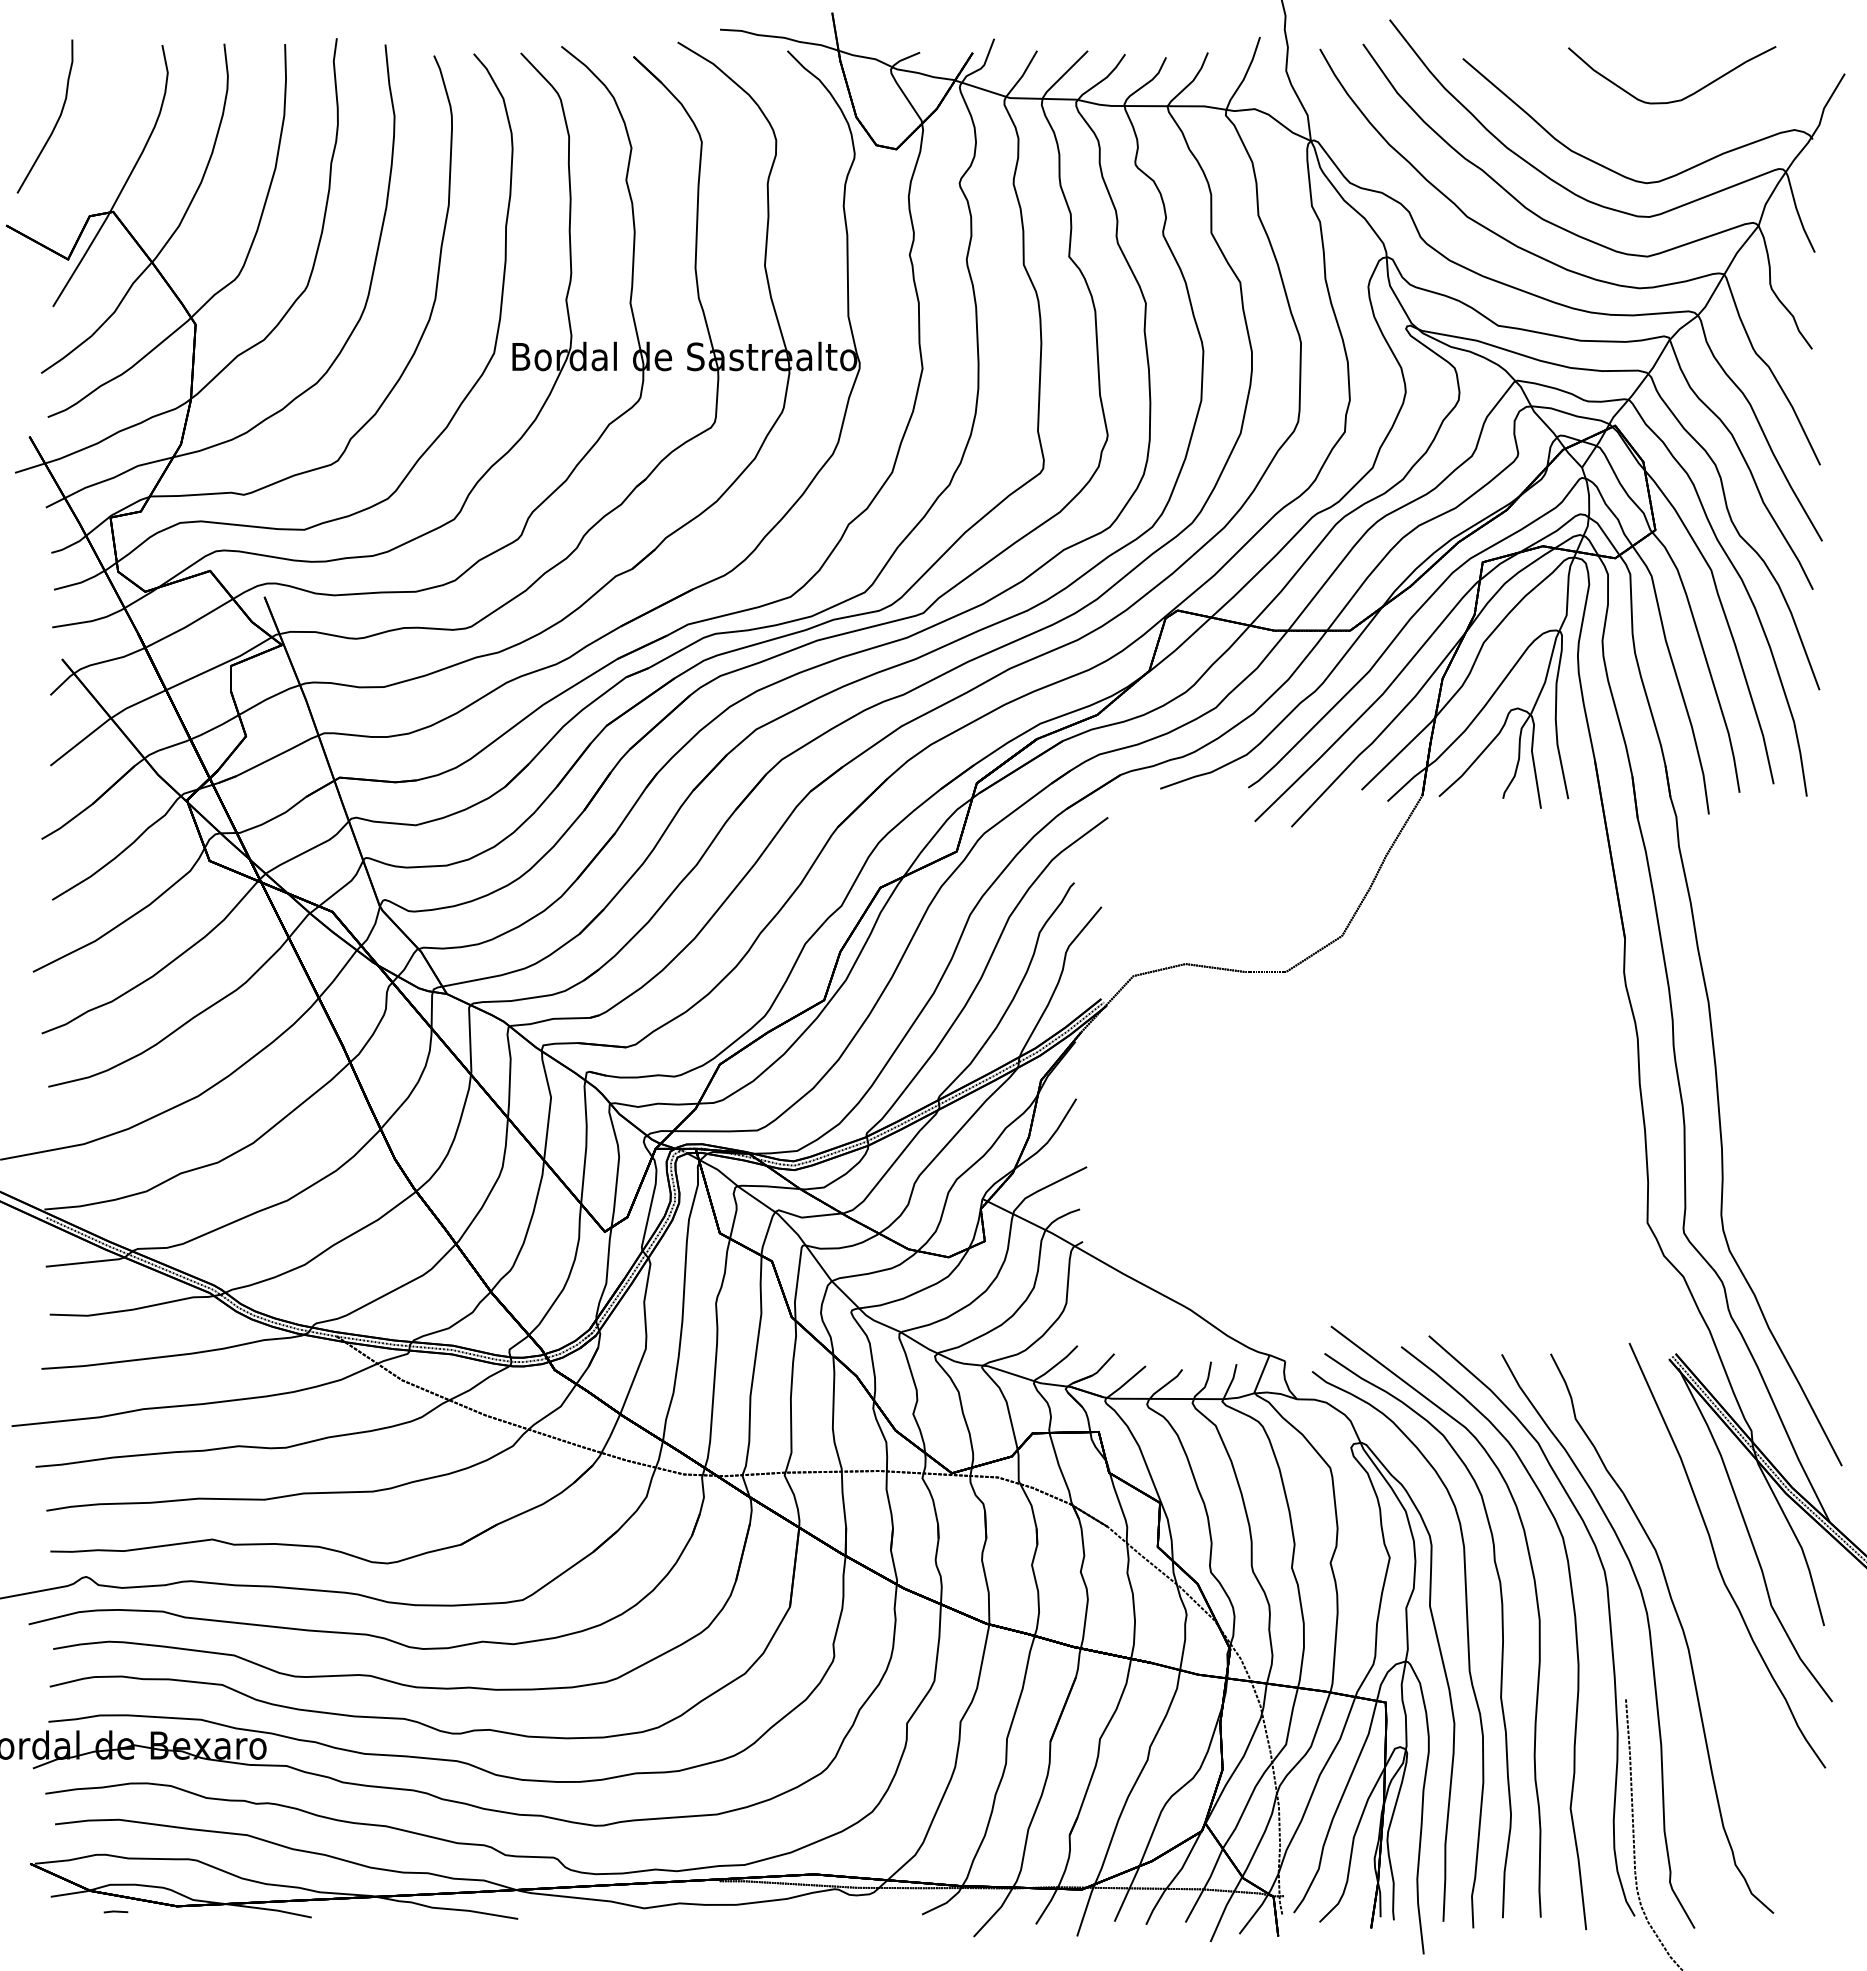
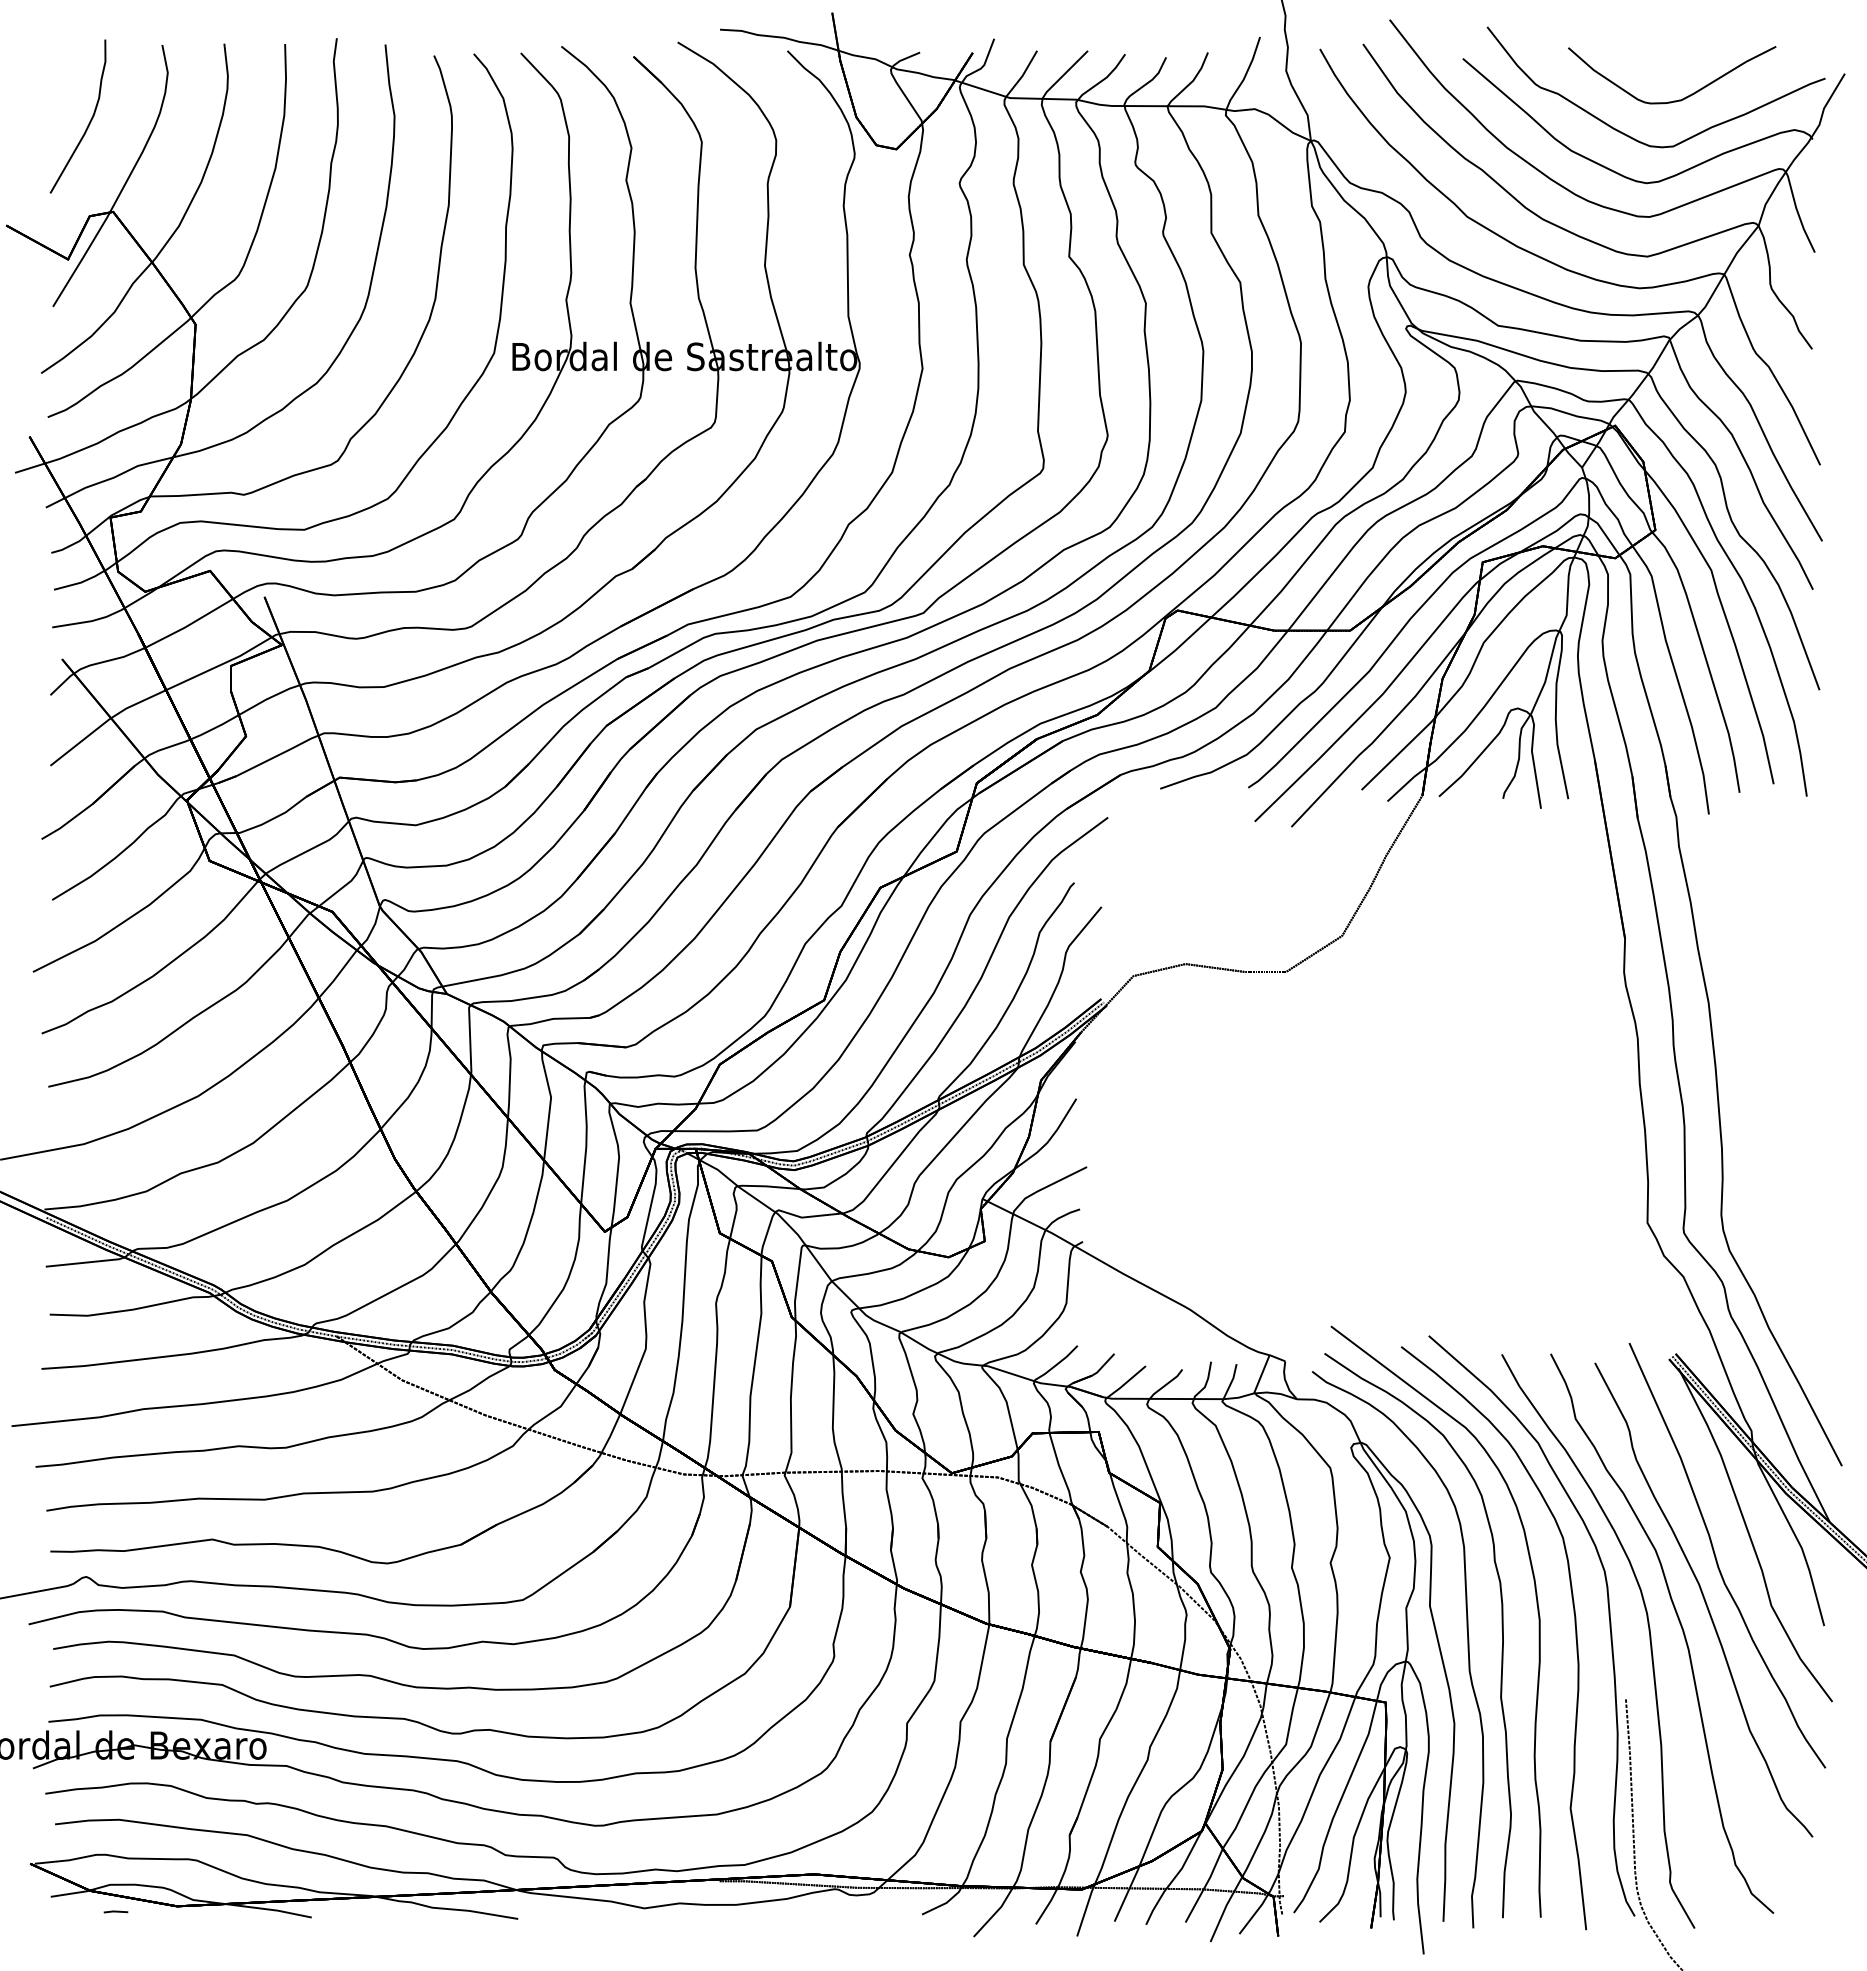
part at (56, 121) position: (56, 121) -> (89, 121)
curve at (1631, 136): none -> present
part at (1703, 1599): none -> present
